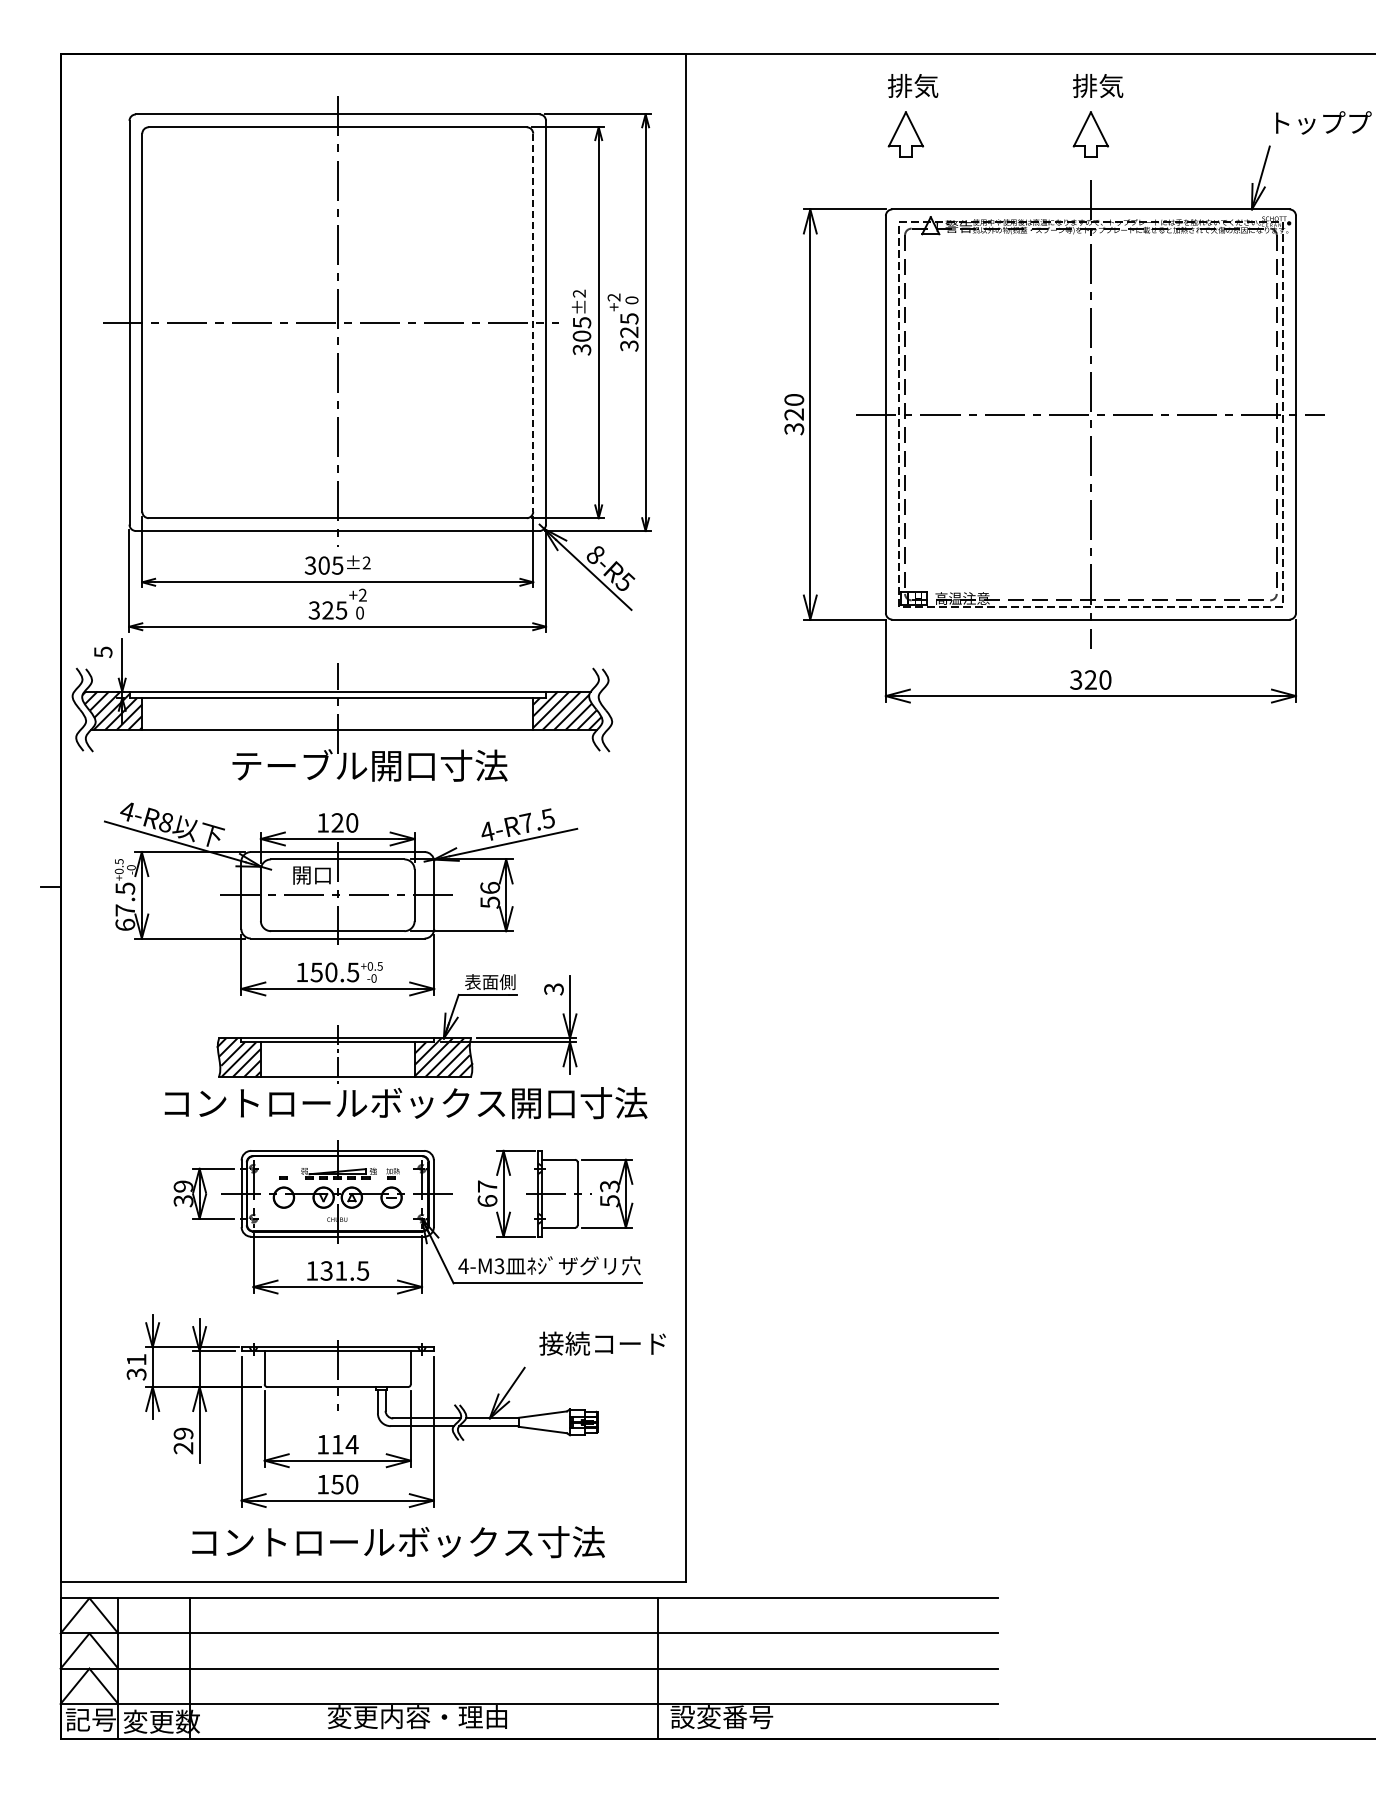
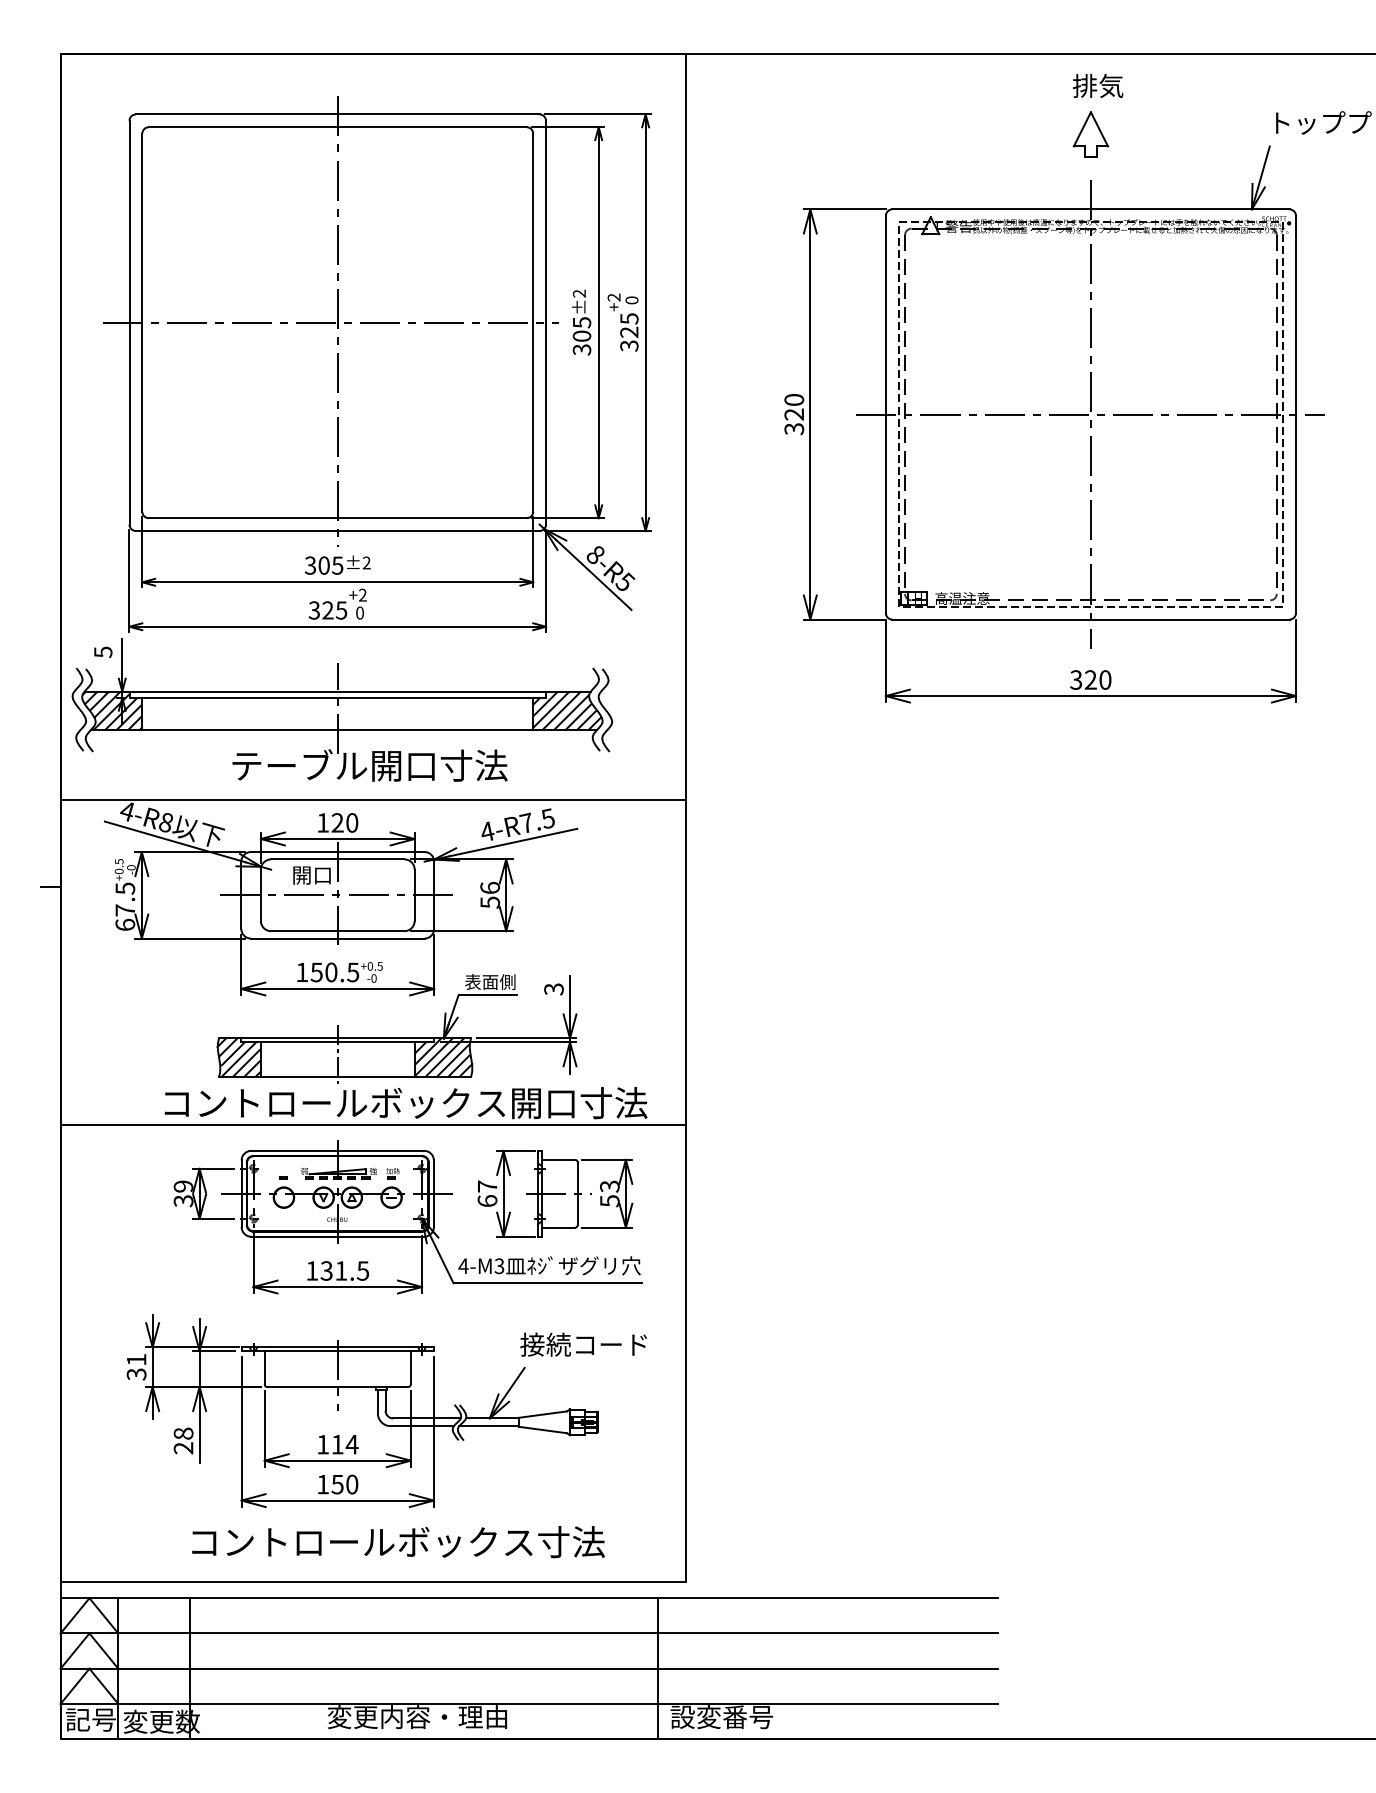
part at (912, 115): present -> none
line at (533, 323): dashed -> solid
line at (372, 800): none -> present
line at (372, 1124): none -> present
text at (602, 1343) position: (602, 1343) -> (583, 1344)
text at (183, 1433): 29 -> 28
